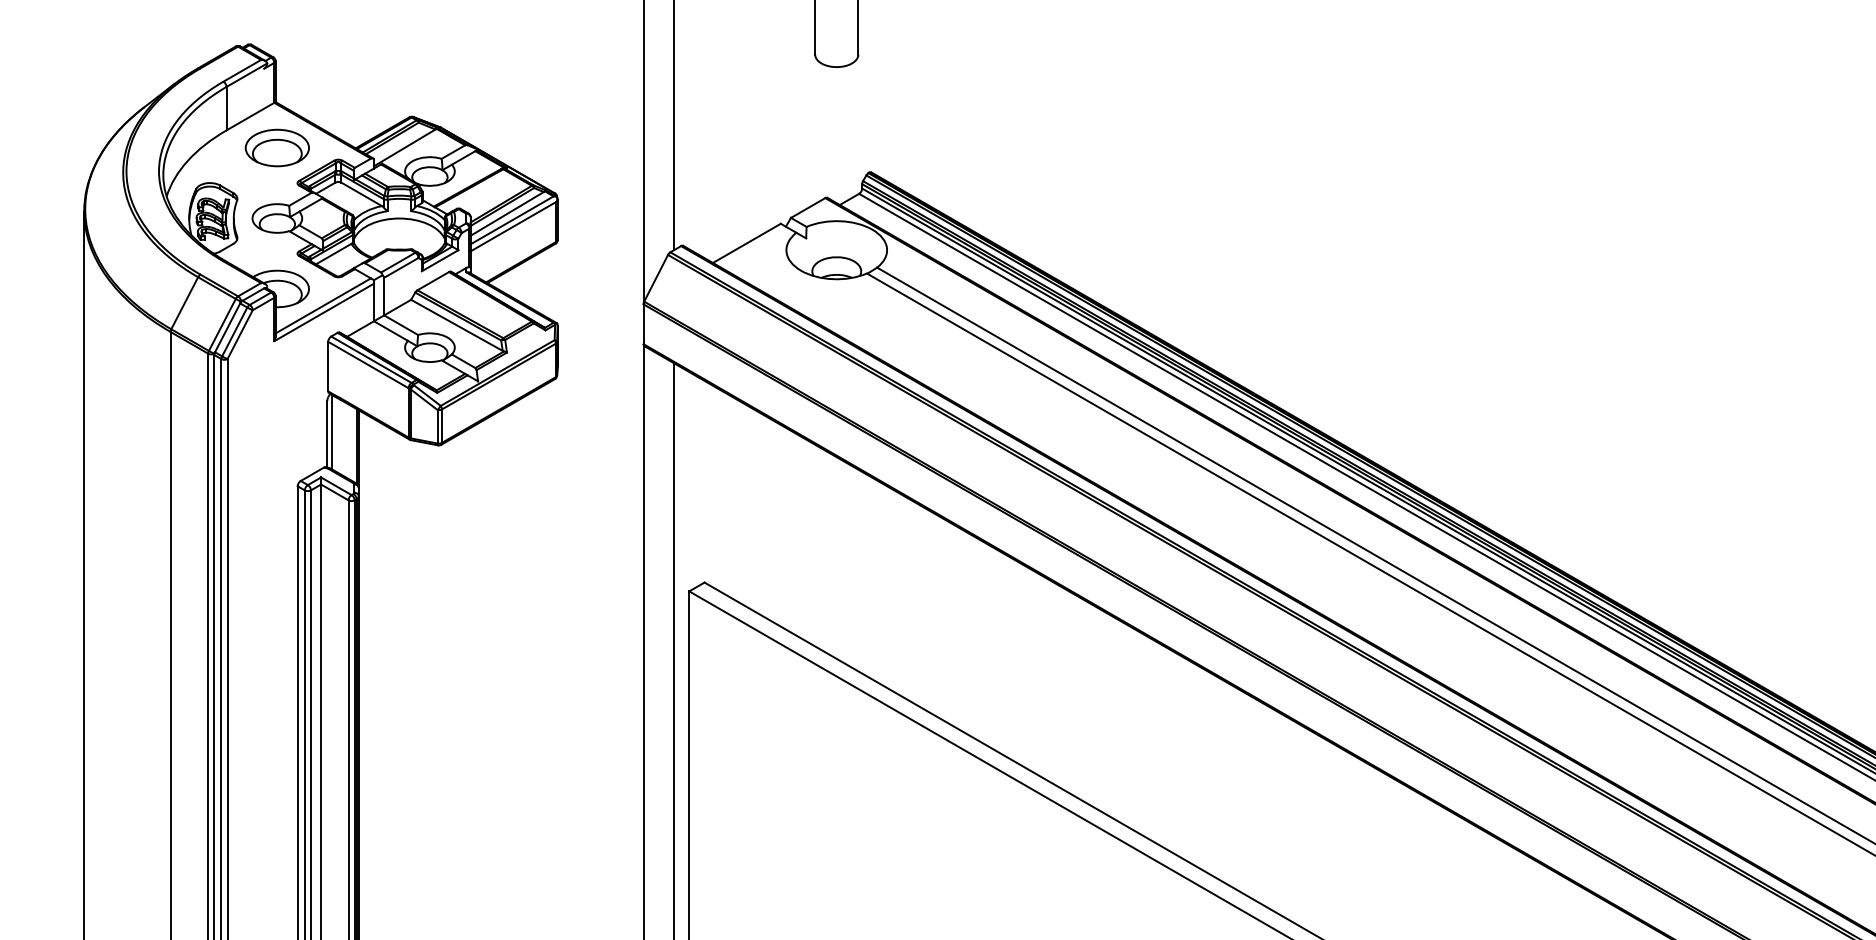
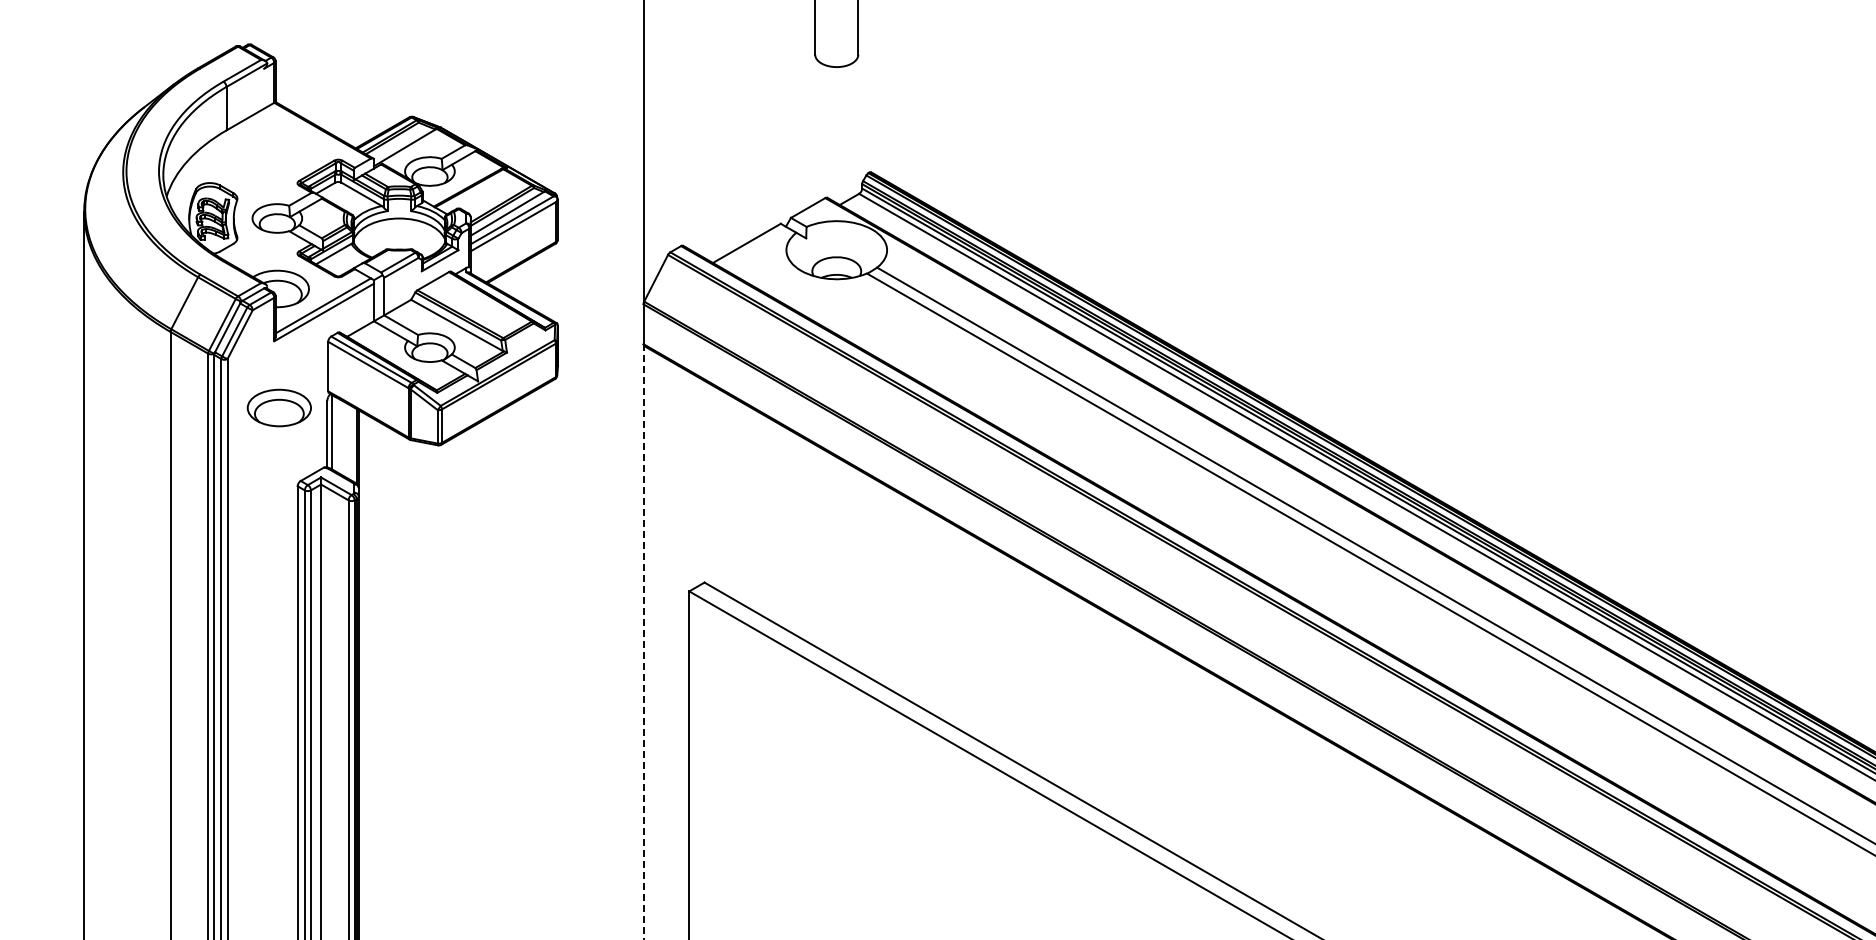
line at (674, 126): present -> none
part at (276, 147) position: (276, 147) -> (278, 407)
line at (643, 642): solid -> dashed
line at (674, 649): present -> none
